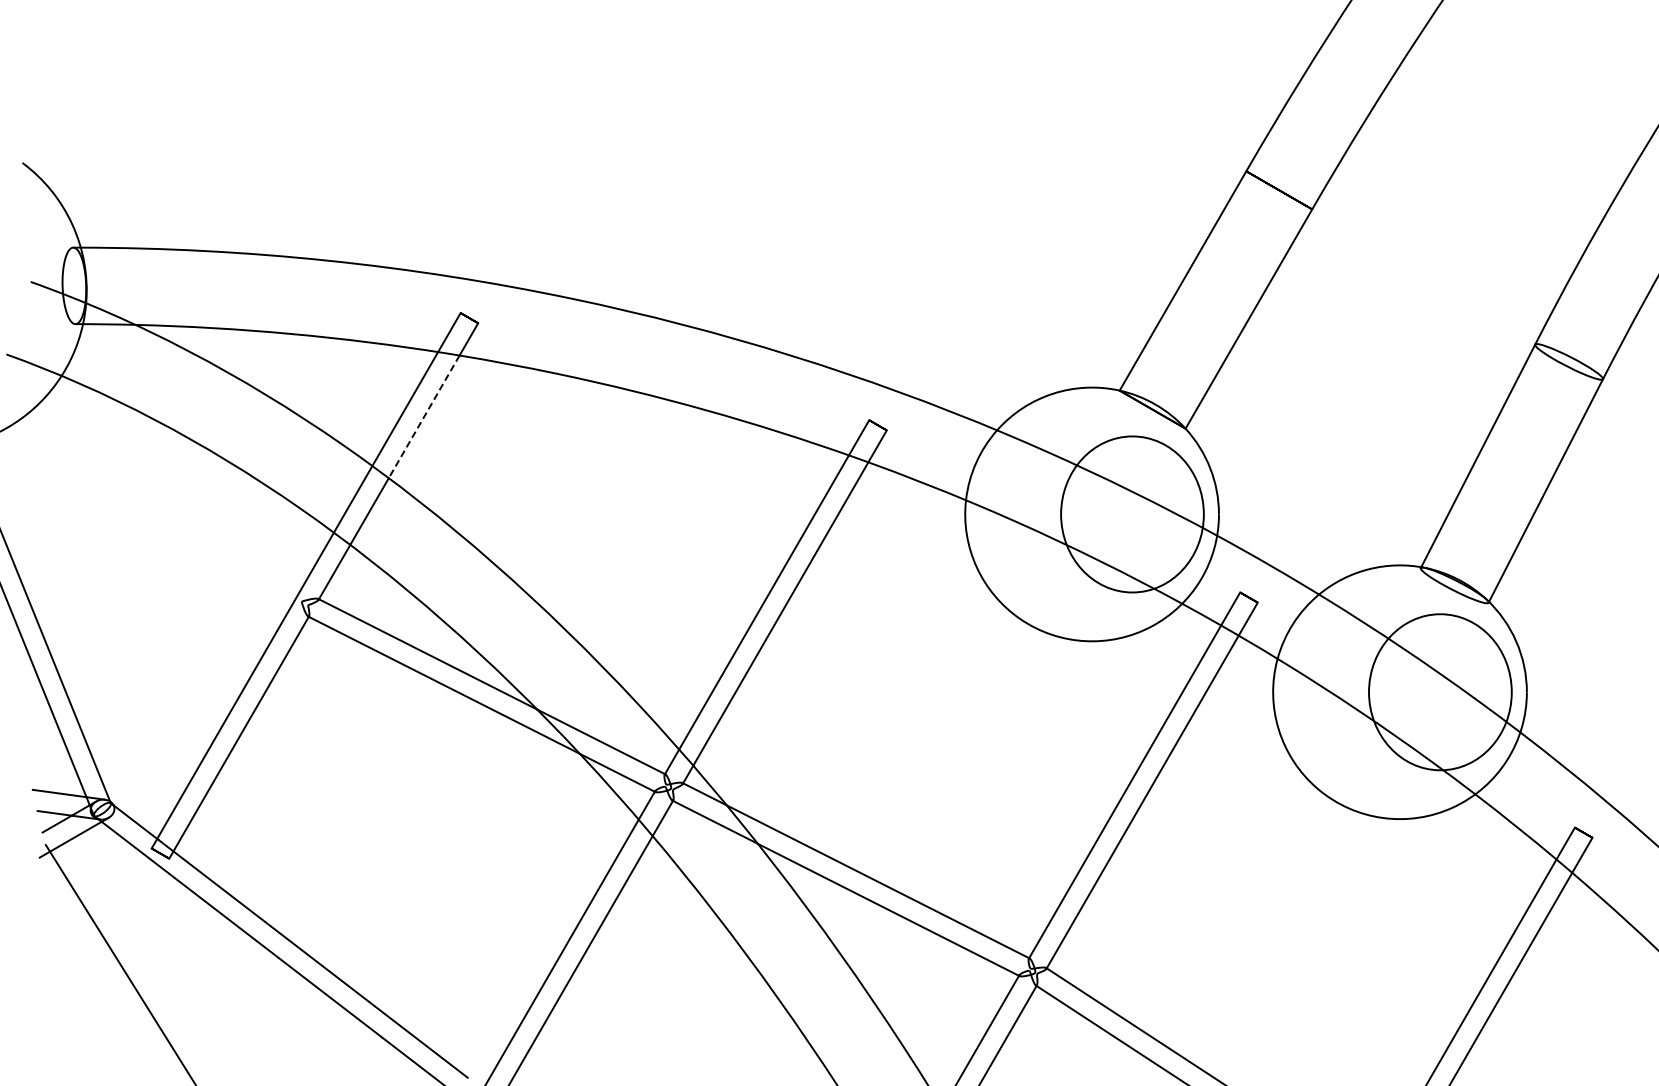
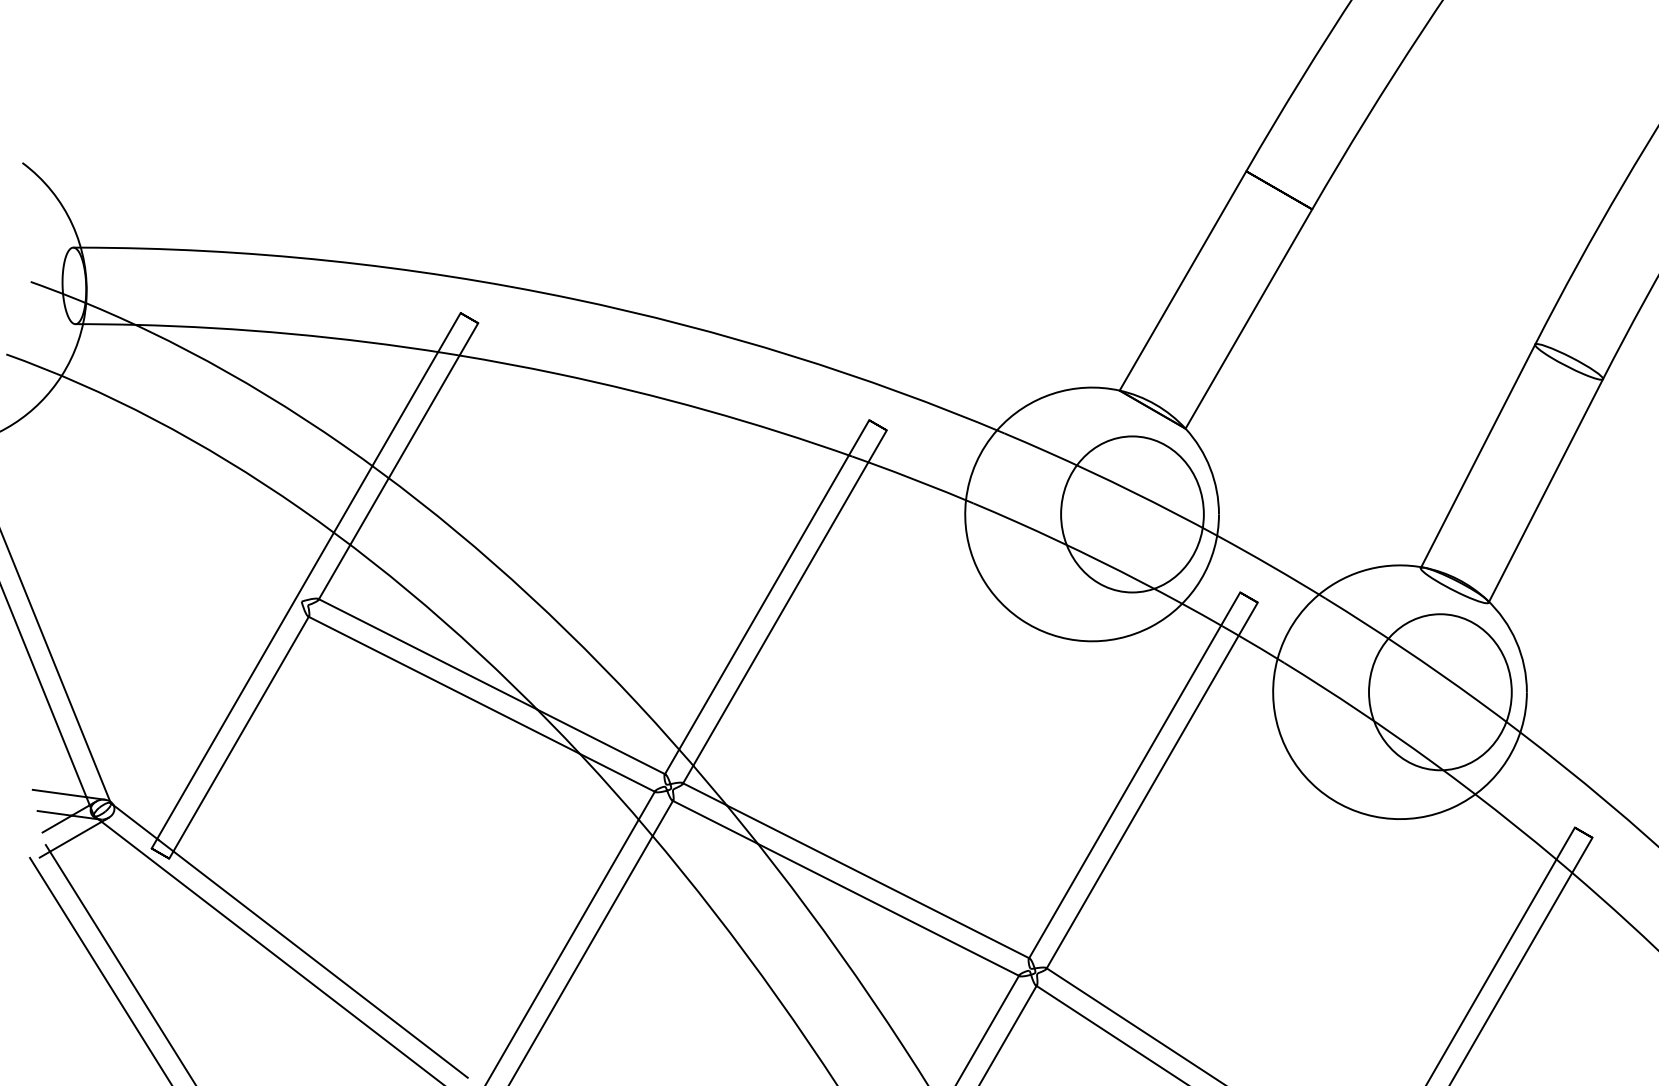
line at (424, 416): dashed -> solid
line at (100, 969): none -> present
